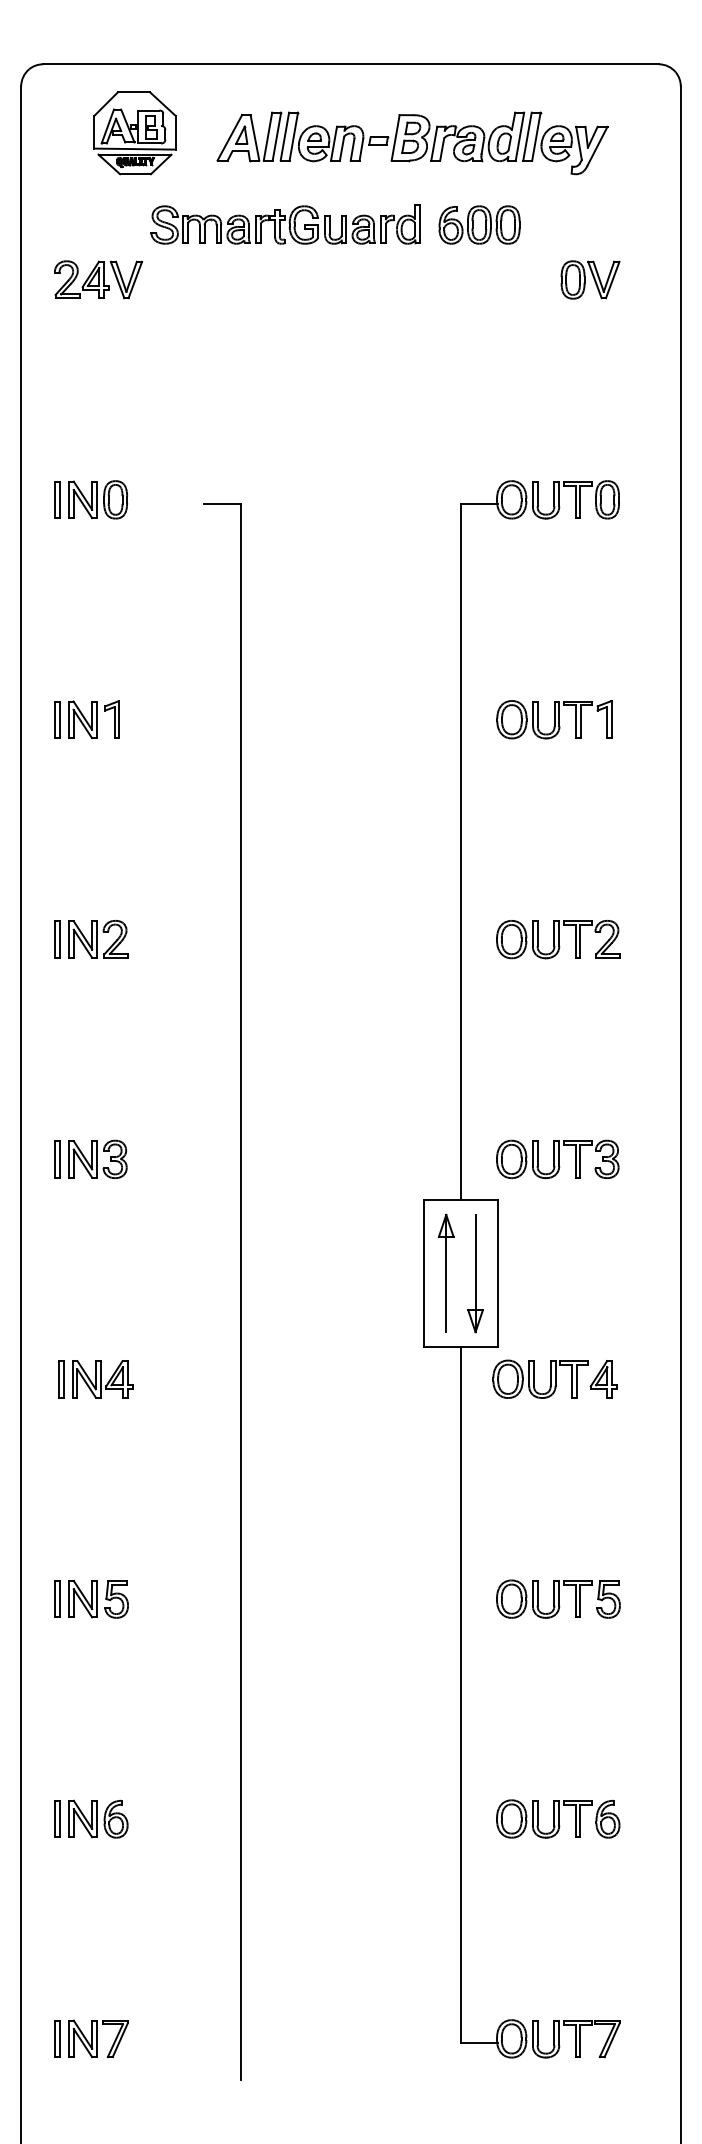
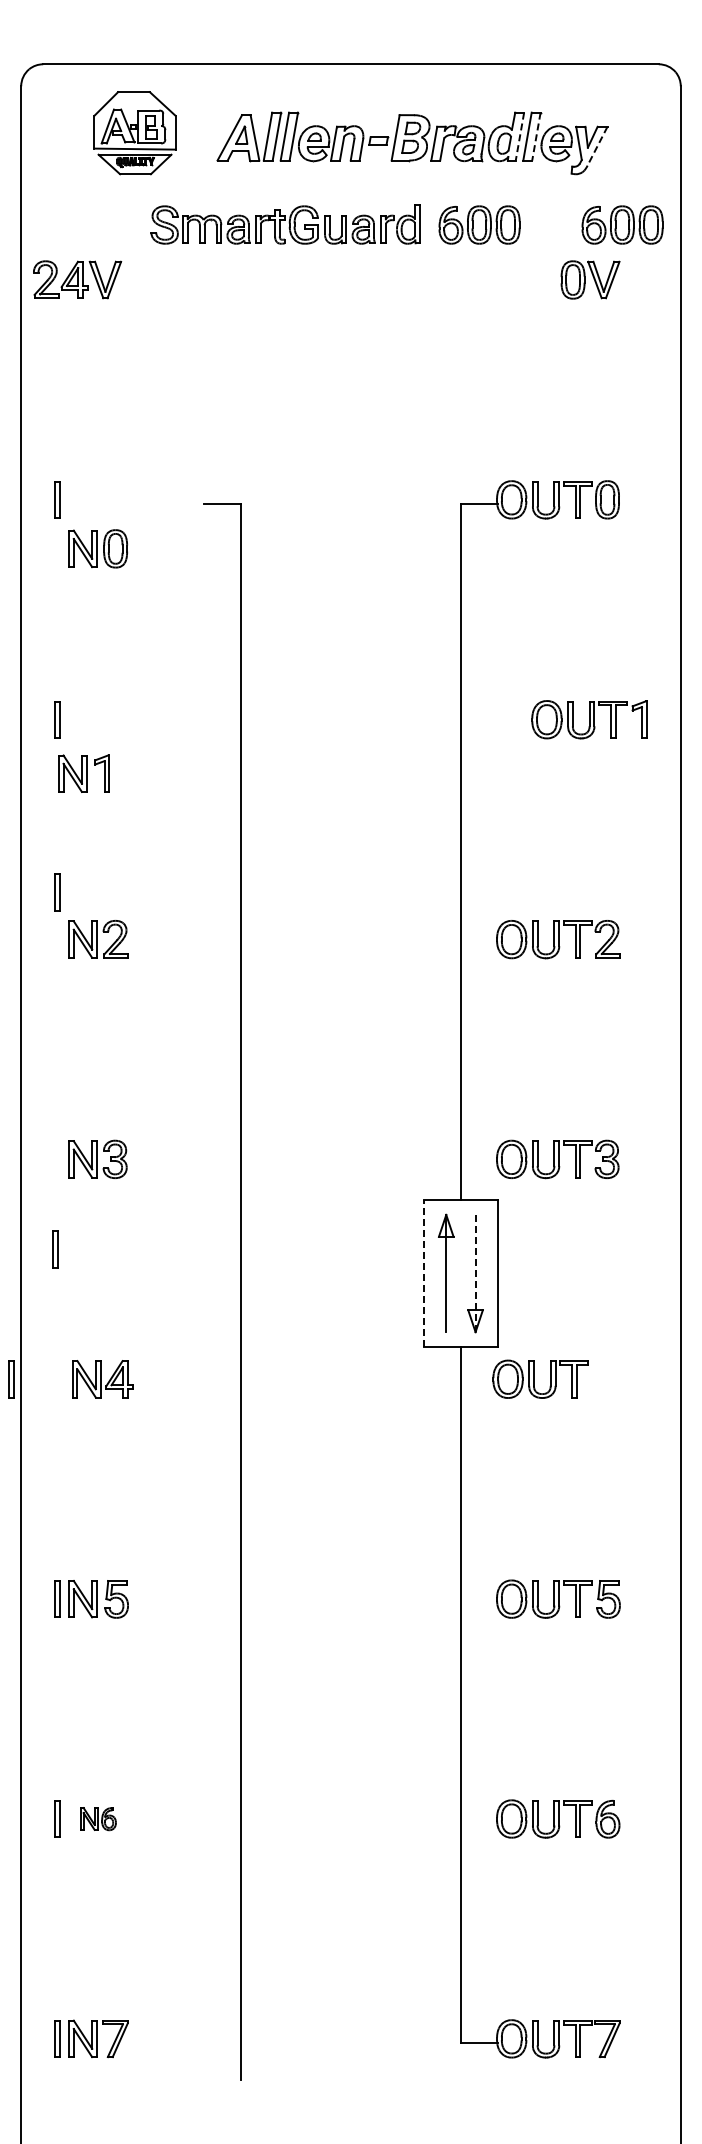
line at (519, 137): solid -> dashed
line at (536, 137): solid -> dashed
line at (597, 146): solid -> dashed
part at (622, 224): none -> present
part at (98, 279) position: (98, 279) -> (77, 279)
part at (97, 499) position: (97, 499) -> (97, 548)
part at (93, 719) position: (93, 719) -> (83, 773)
part at (554, 719) position: (554, 719) -> (589, 719)
part at (57, 939) position: (57, 939) -> (57, 892)
part at (57, 1159) position: (57, 1159) -> (55, 1249)
line at (424, 1273): solid -> dashed
line at (475, 1273): solid -> dashed
part at (61, 1379) position: (61, 1379) -> (11, 1379)
part at (603, 1379): present -> none
part at (98, 1818) size: 61x40 px -> 37x25 px
